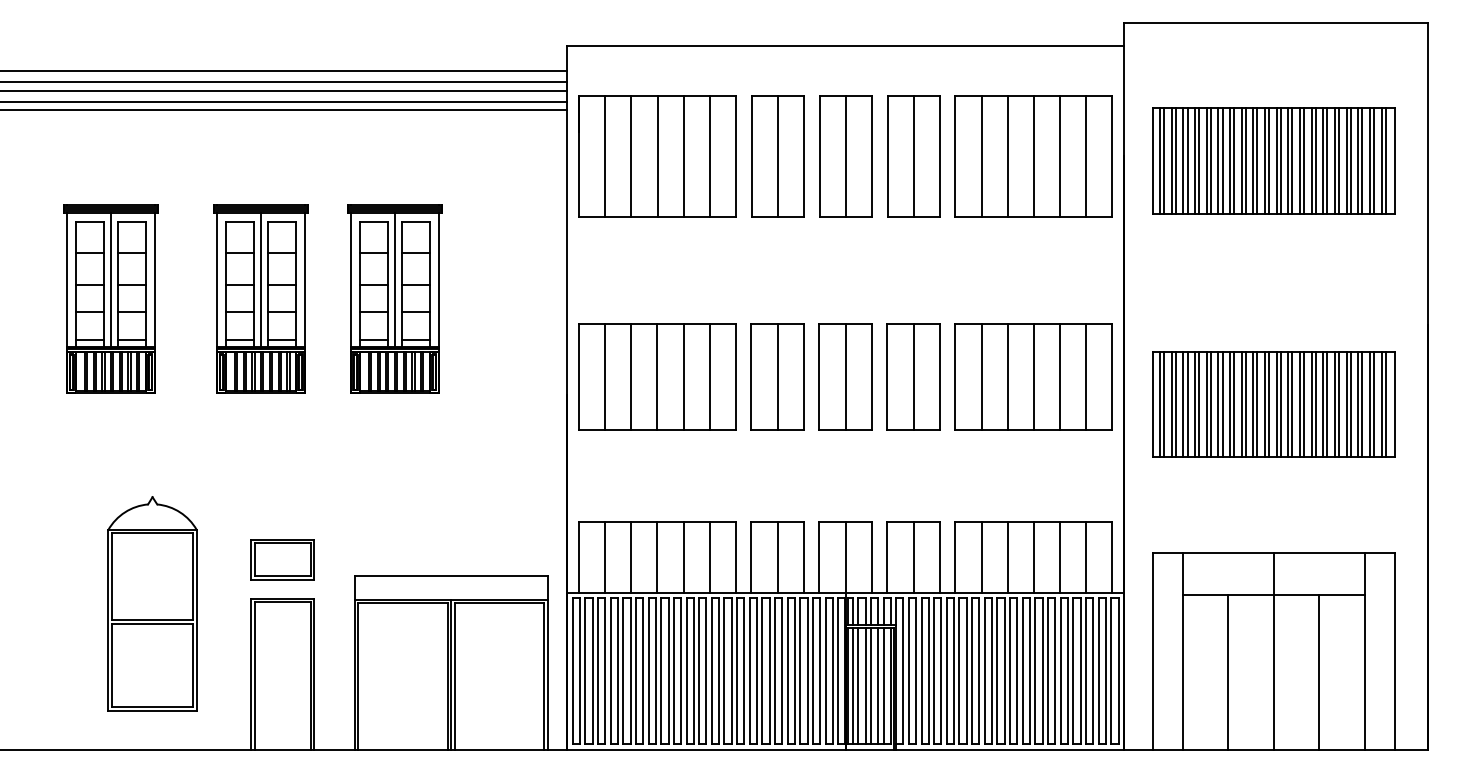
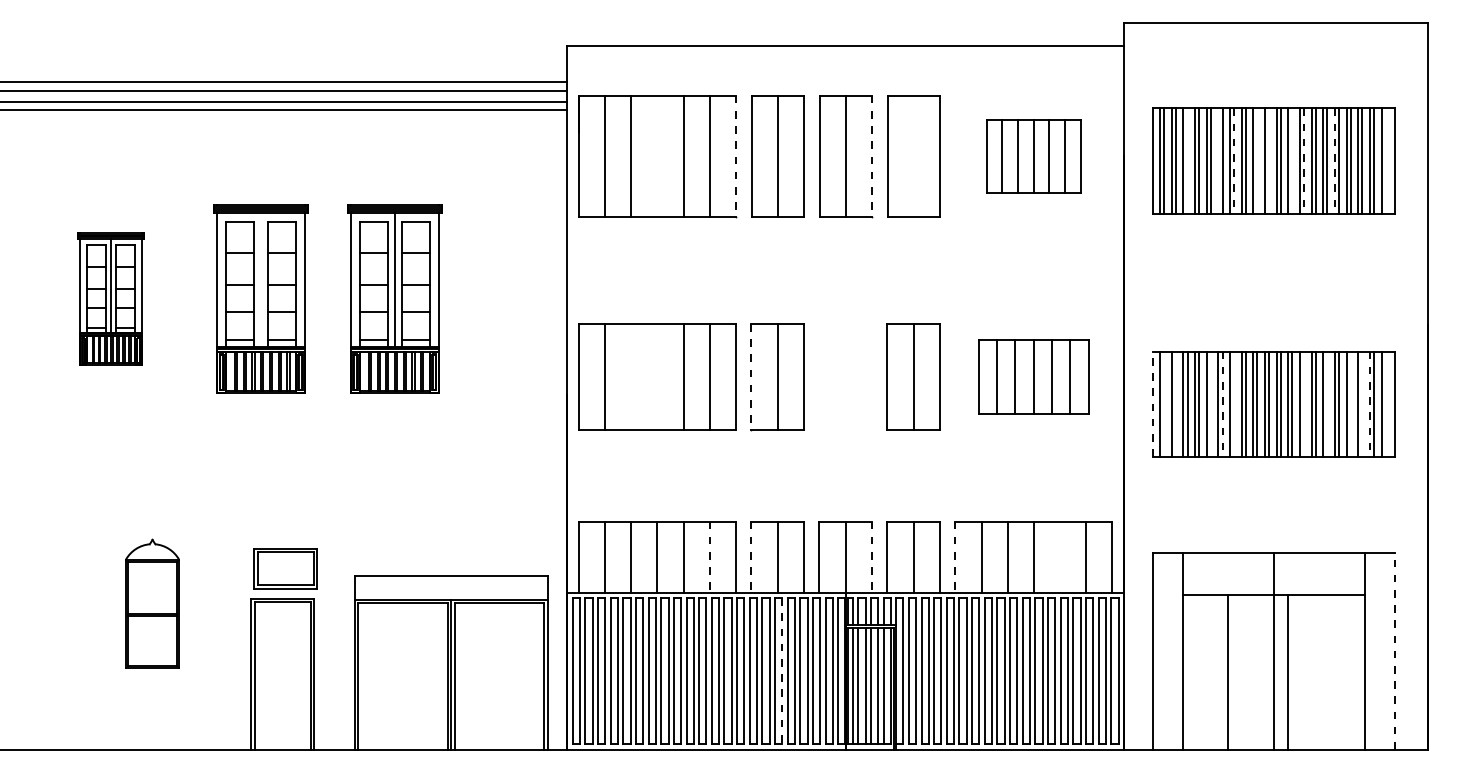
line at (284, 71): present -> none
line at (657, 156): present -> none
line at (735, 156): solid -> dashed
line at (871, 156): solid -> dashed
line at (913, 156): present -> none
part at (1033, 156) size: 159x123 px -> 96x75 px
line at (1187, 160): present -> none
line at (1218, 160): present -> none
line at (1234, 160): solid -> dashed
line at (1257, 160): present -> none
line at (1269, 160): present -> none
line at (1292, 160): present -> none
line at (1304, 160): solid -> dashed
line at (1334, 160): solid -> dashed
line at (1385, 160): present -> none
line at (261, 279): present -> none
part at (110, 298) size: 96x190 px -> 68x134 px
line at (631, 376): present -> none
line at (657, 376): present -> none
part at (845, 376): present -> none
part at (1033, 376) size: 159x108 px -> 112x76 px
line at (751, 377): solid -> dashed
line at (1164, 403): present -> none
line at (1175, 403): present -> none
line at (1210, 403): present -> none
line at (1234, 403): present -> none
line at (1304, 403): present -> none
line at (1327, 403): present -> none
line at (1350, 403): present -> none
line at (1362, 403): present -> none
line at (1385, 403): present -> none
line at (1152, 404): solid -> dashed
line at (1222, 404): solid -> dashed
line at (1369, 404): solid -> dashed
line at (1059, 556): present -> none
line at (709, 557): solid -> dashed
line at (751, 557): solid -> dashed
line at (871, 557): solid -> dashed
line at (955, 557): solid -> dashed
part at (282, 559) position: (282, 559) -> (285, 568)
part at (152, 603) size: 91x216 px -> 55x131 px
line at (1394, 651): solid -> dashed
line at (782, 671): solid -> dashed
line at (1319, 672) position: (1319, 672) -> (1288, 672)
